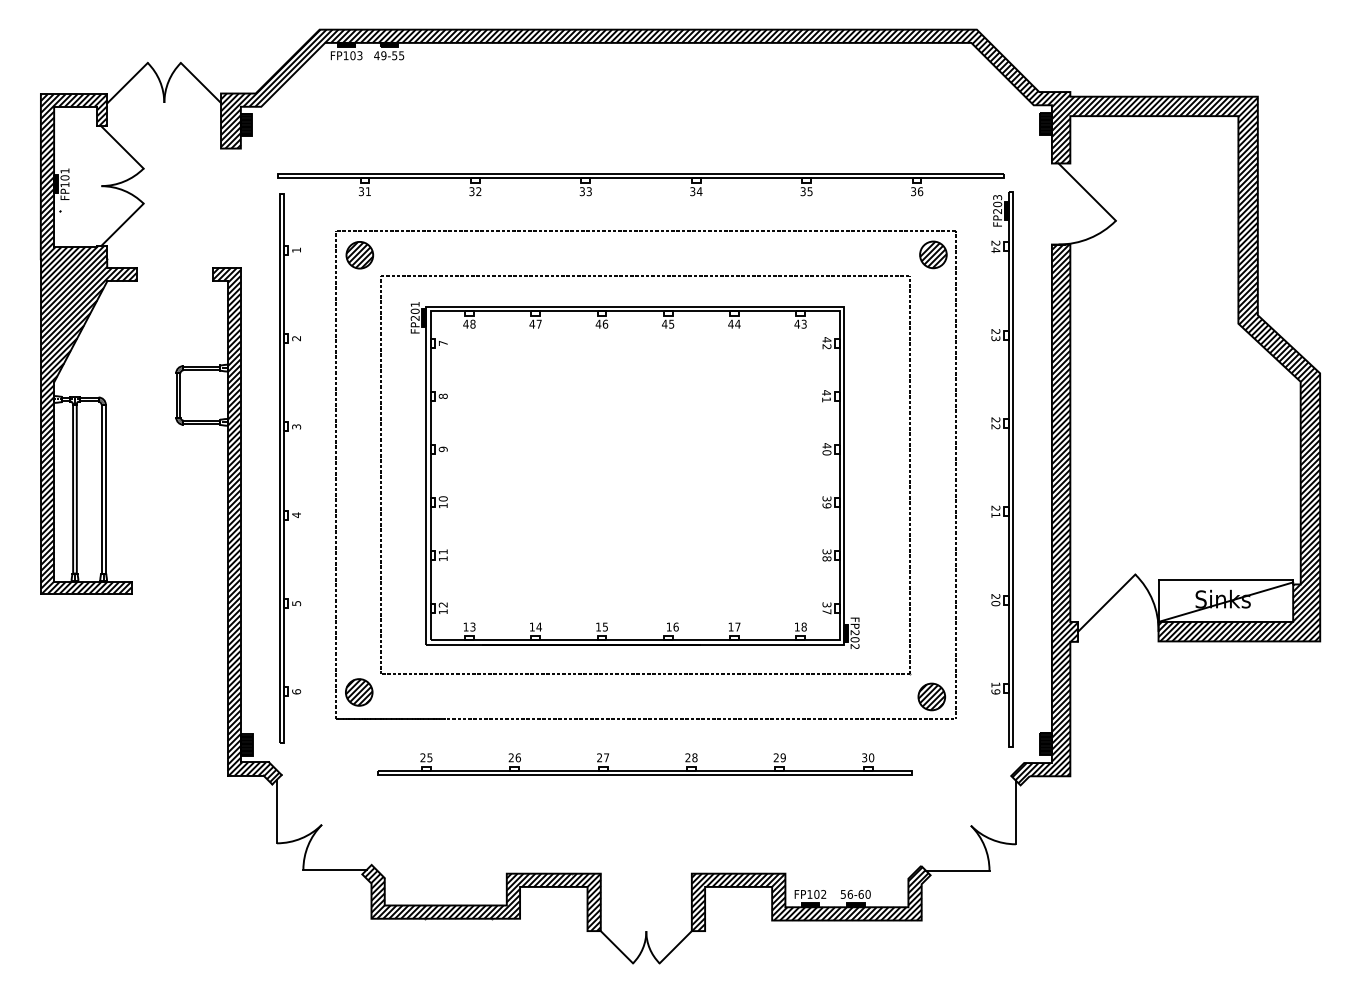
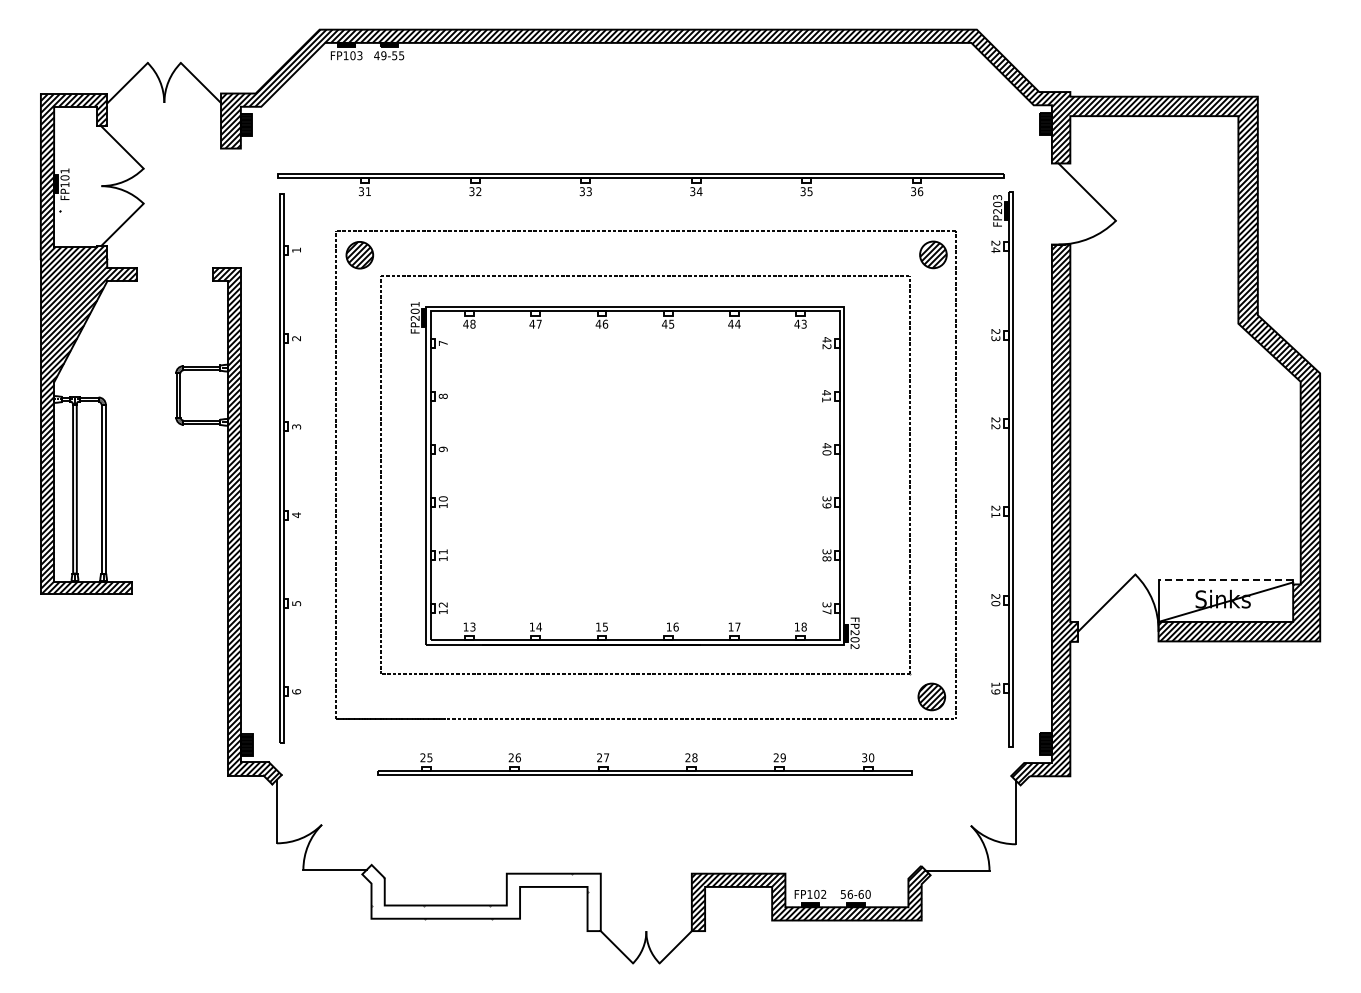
line at (1225, 580): solid -> dashed
part at (359, 692): present -> none
hatch at (482, 899): present -> none
